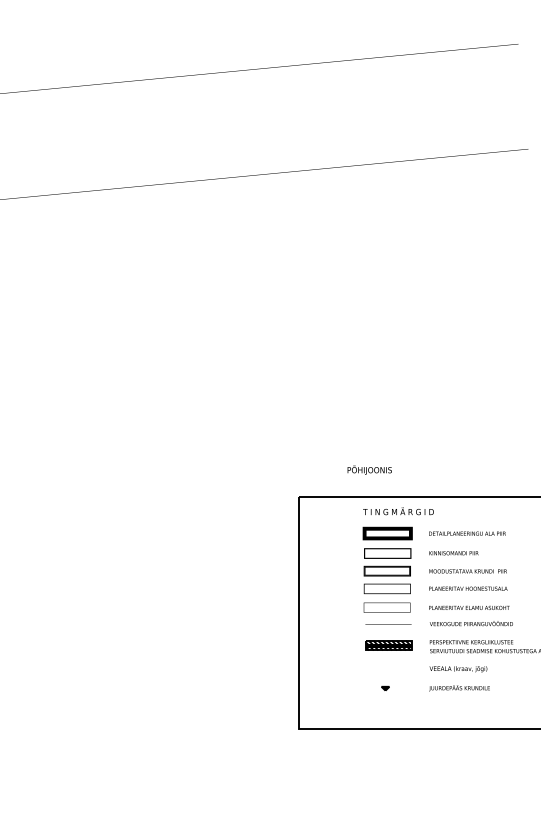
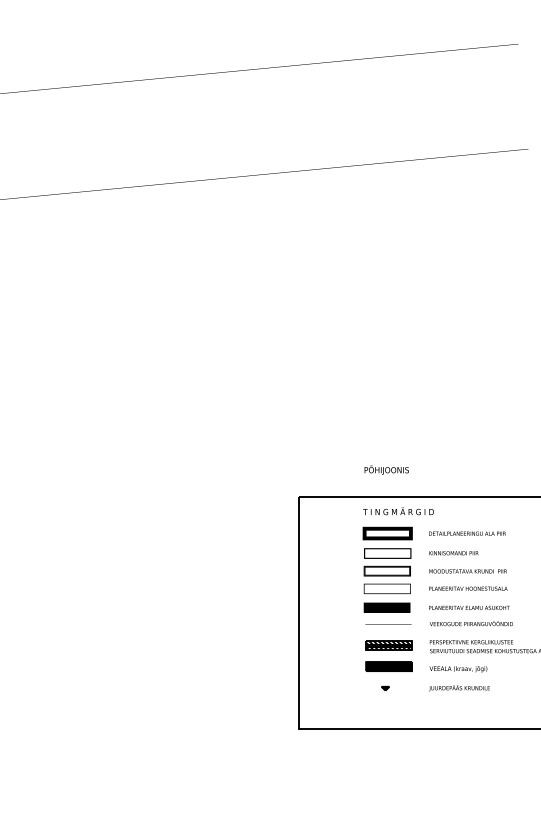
text at (369, 469) position: (369, 469) -> (386, 469)
fill at (387, 607): none -> present
hatch at (388, 666): none -> present
